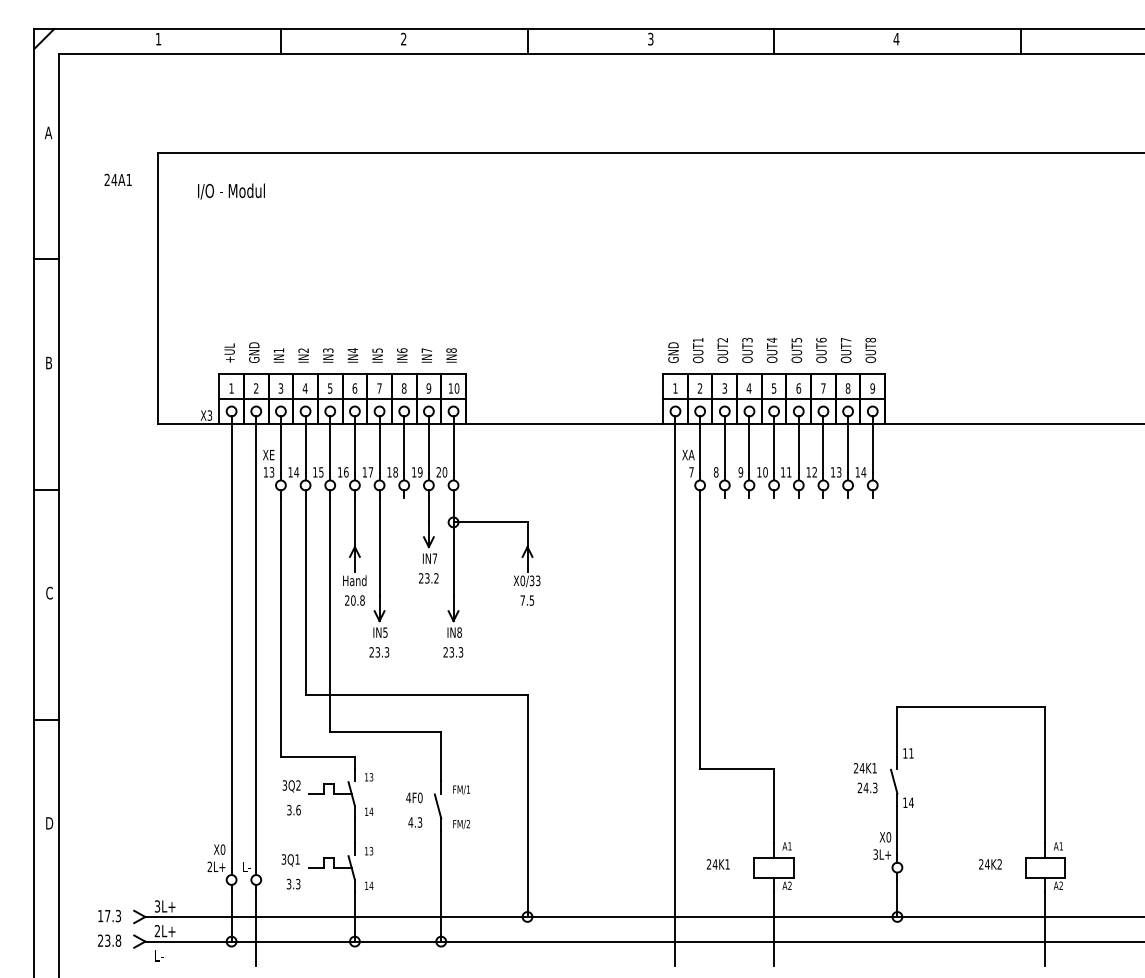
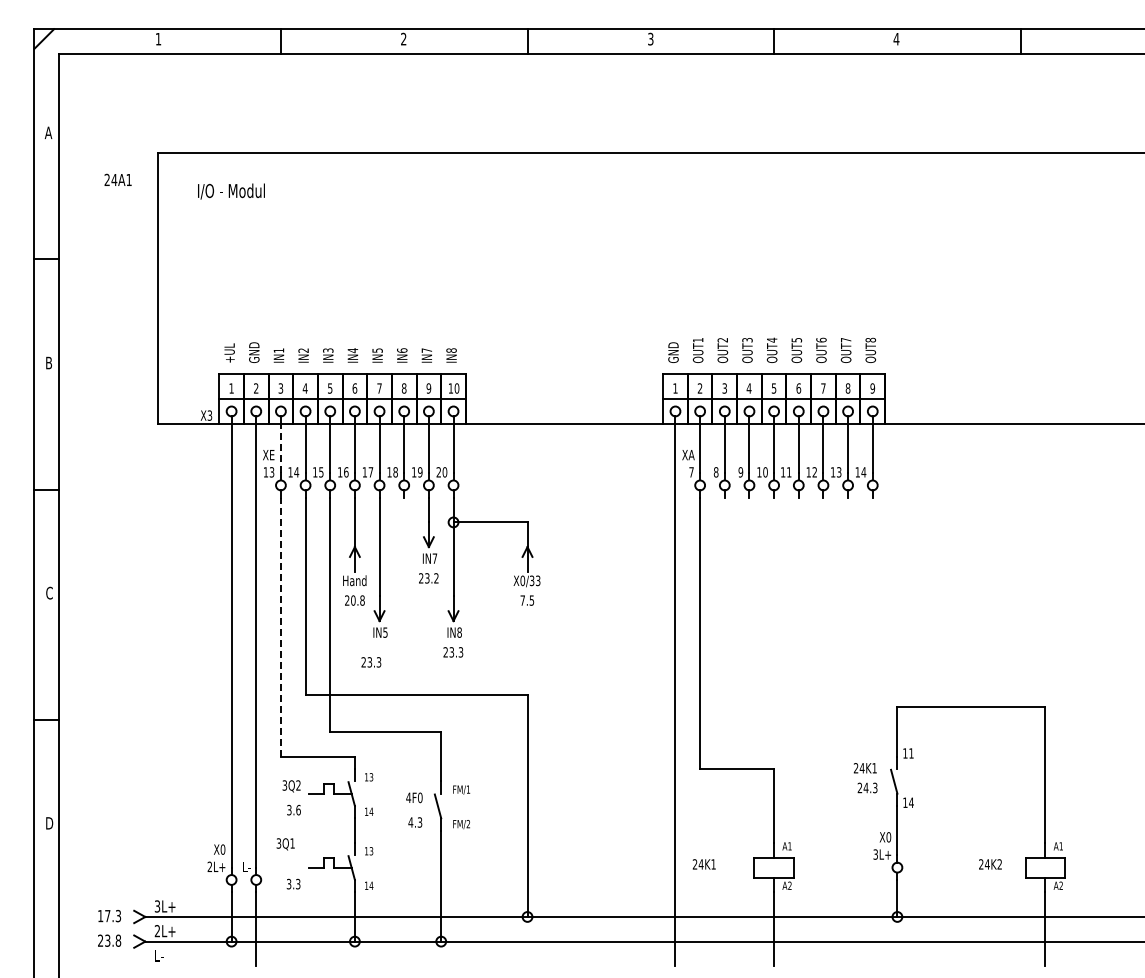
line at (280, 448): solid -> dashed
line at (280, 626): solid -> dashed
text at (379, 652) position: (379, 652) -> (371, 662)
text at (290, 860) position: (290, 860) -> (285, 844)
text at (717, 864) position: (717, 864) -> (703, 864)
